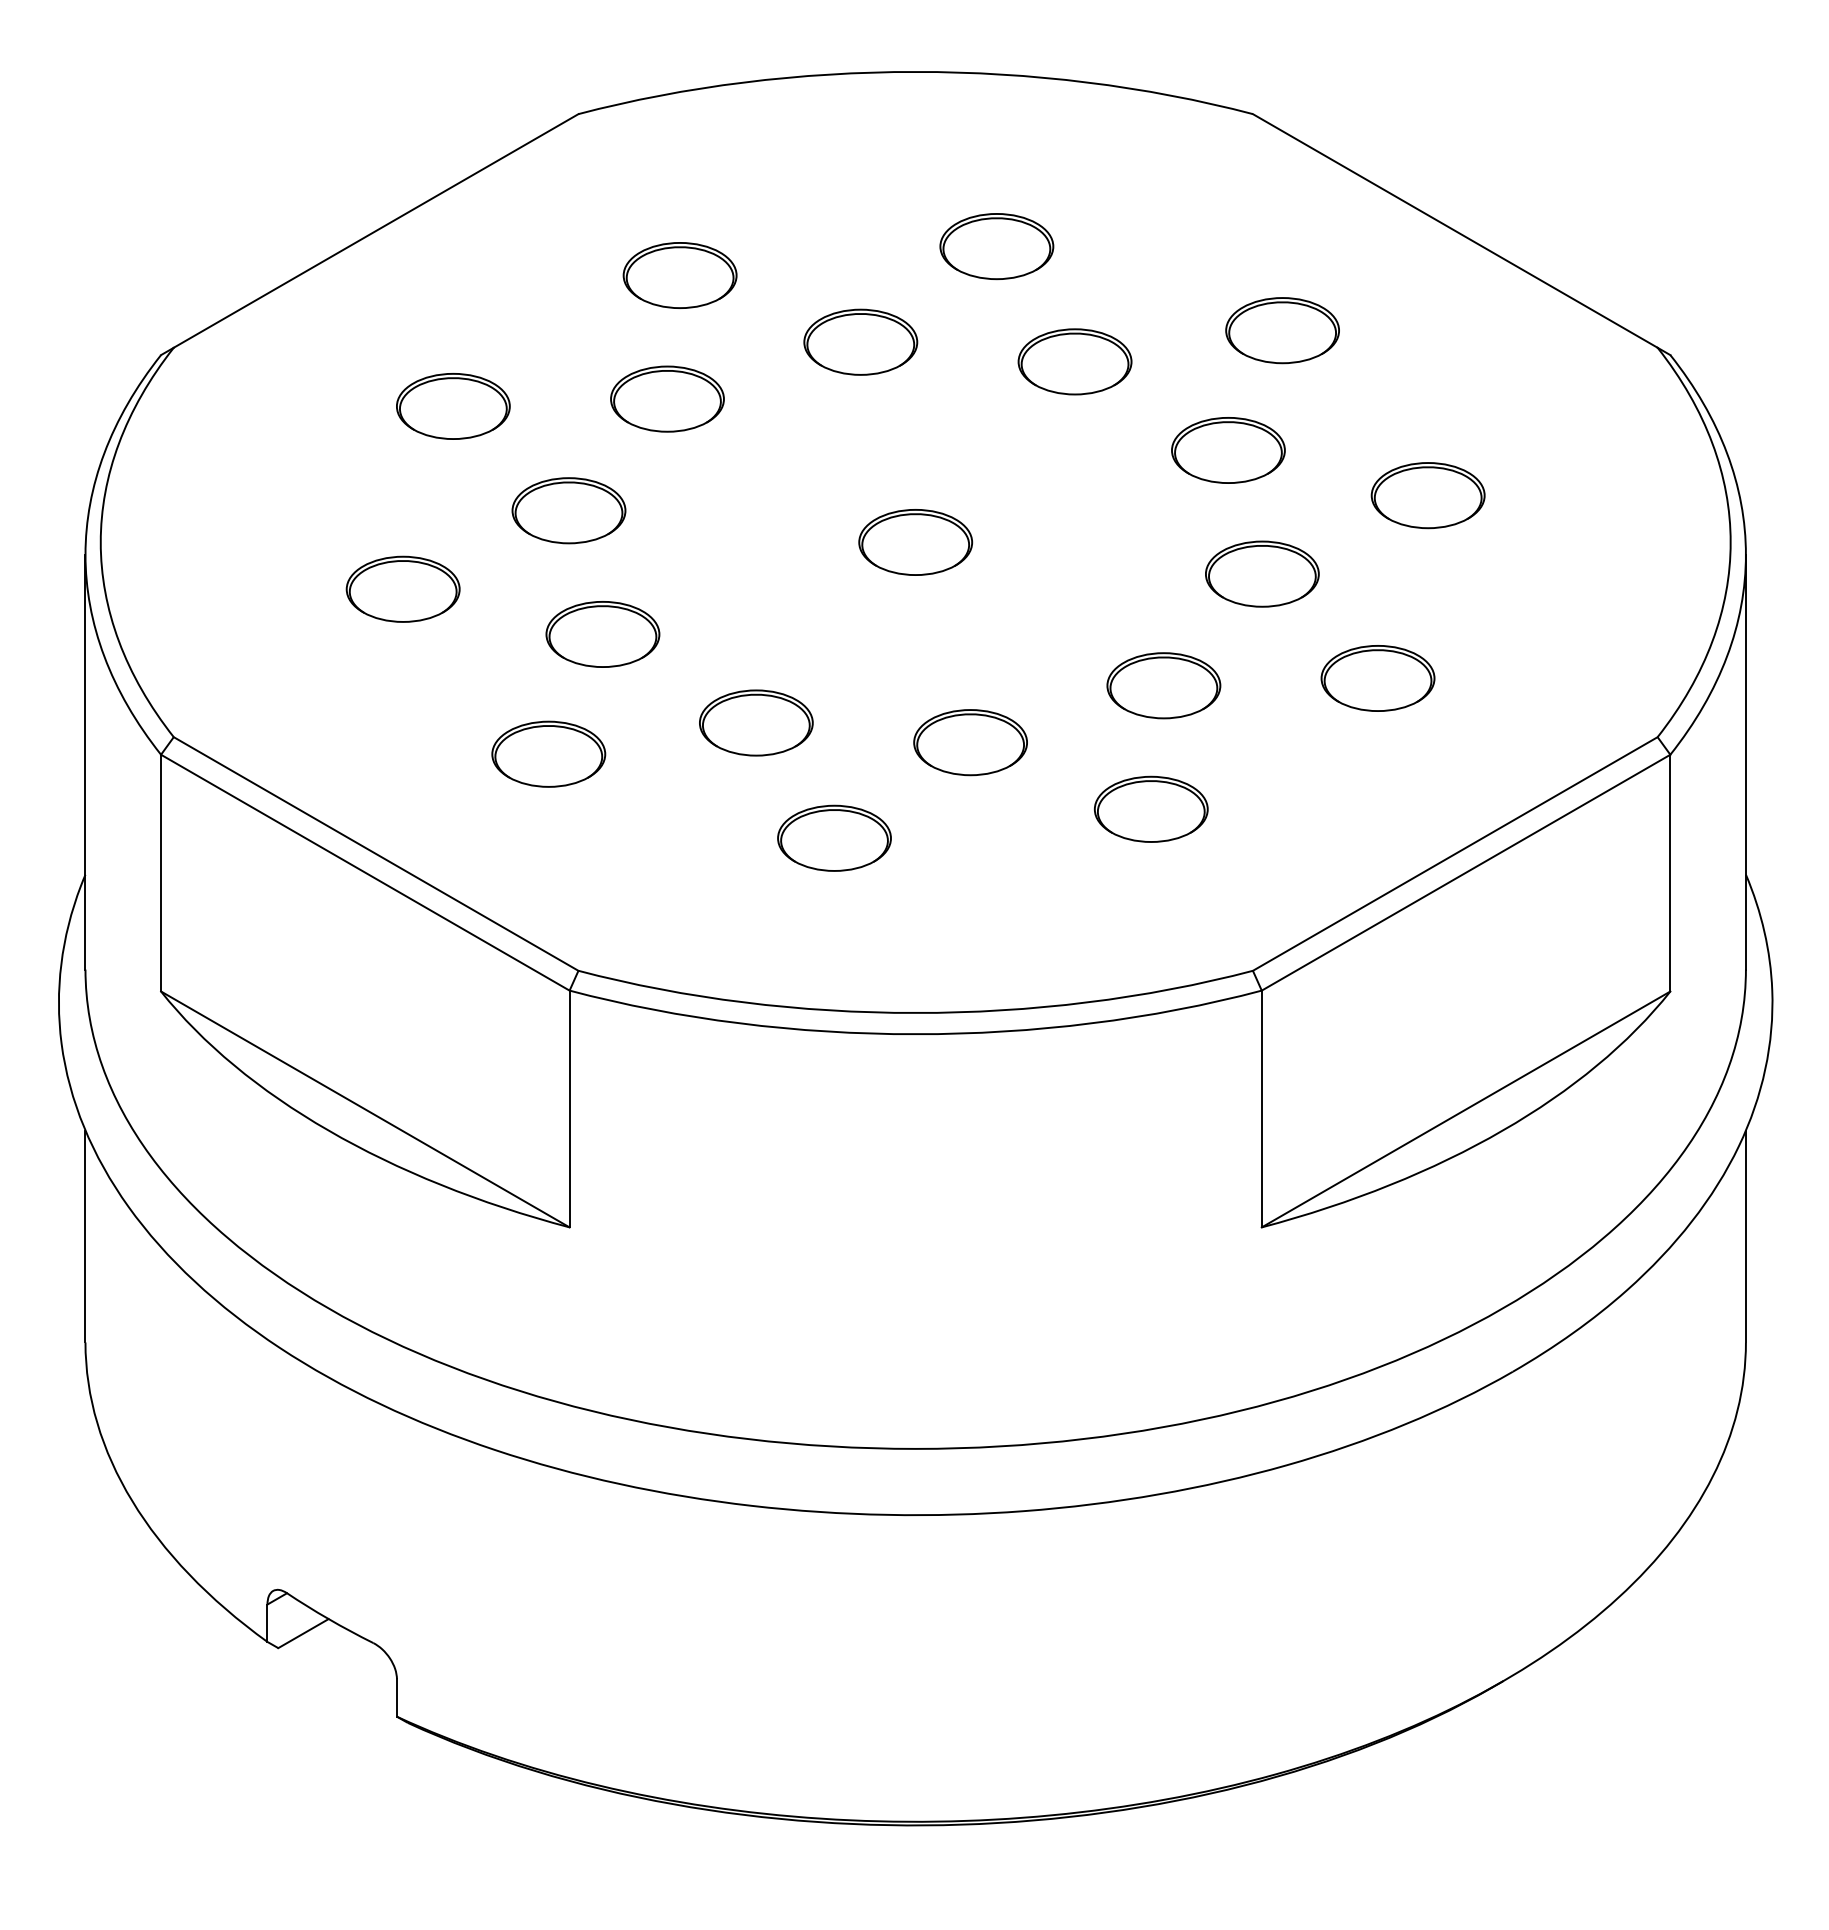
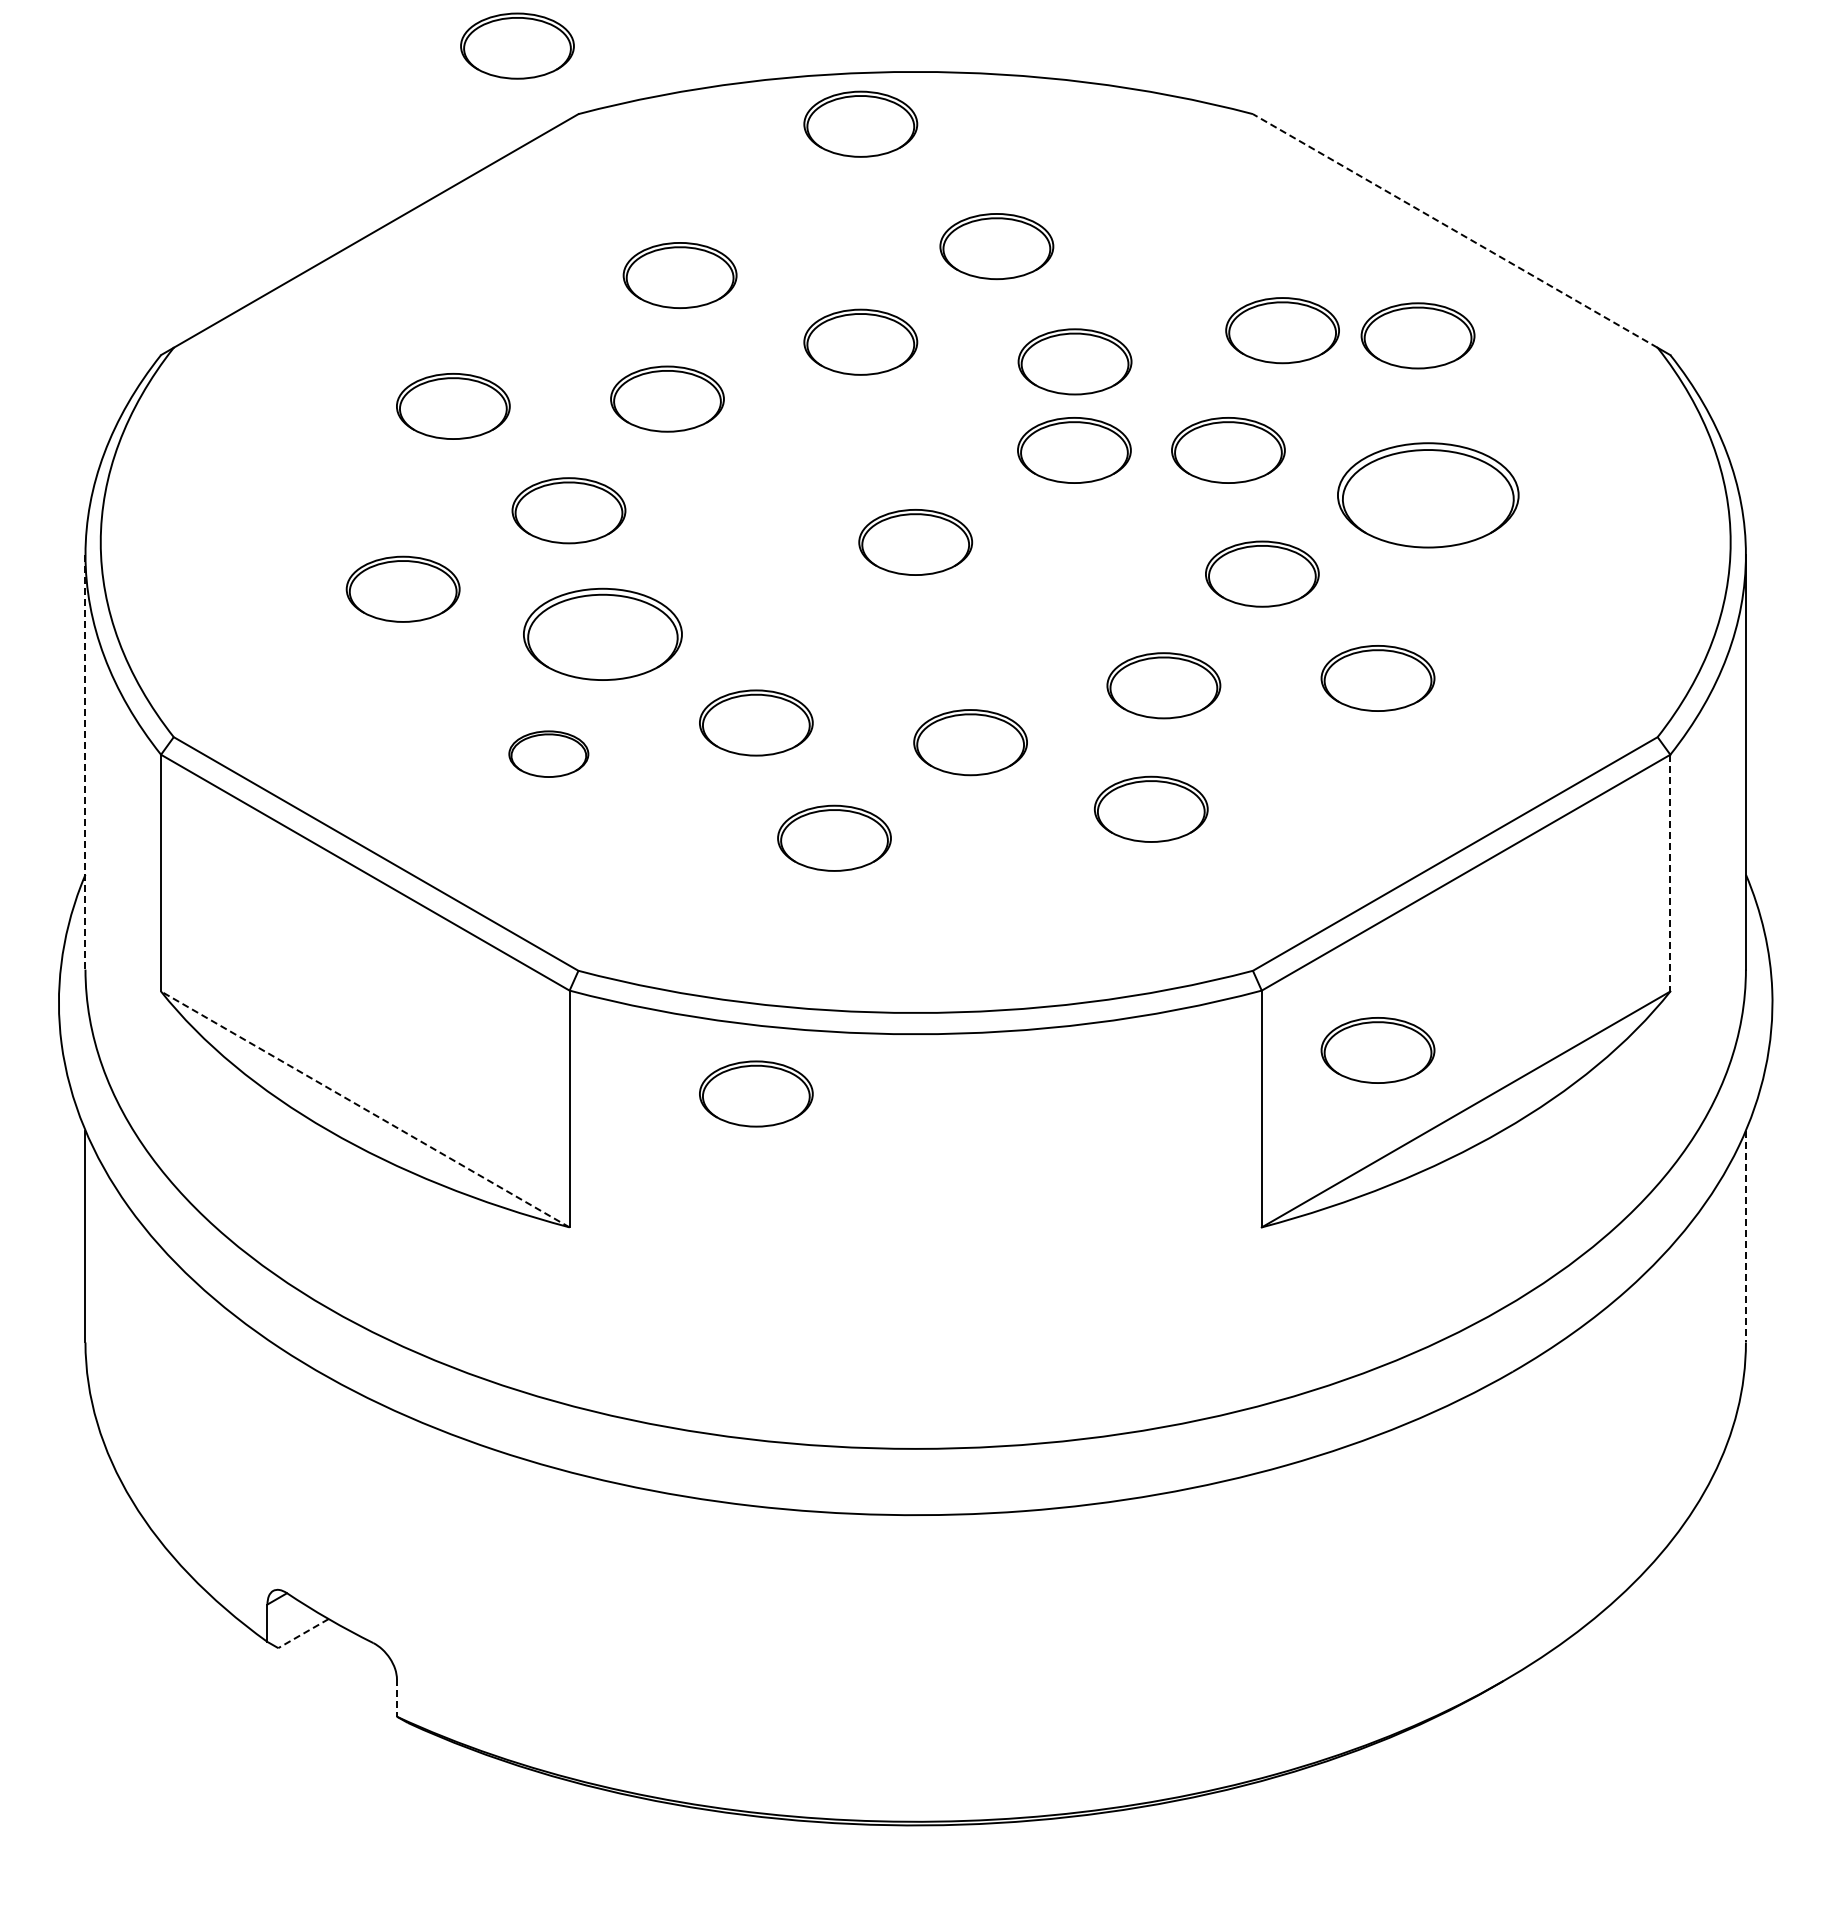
part at (517, 45): none -> present
part at (860, 123): none -> present
line at (1455, 230): solid -> dashed
part at (1417, 335): none -> present
part at (1074, 450): none -> present
part at (1427, 495) size: 116x68 px -> 183x107 px
part at (602, 634) size: 116x67 px -> 160x94 px
part at (548, 753) size: 116x68 px -> 82x48 px
line at (85, 762): solid -> dashed
line at (1670, 873): solid -> dashed
part at (1377, 1050): none -> present
part at (756, 1093): none -> present
line at (365, 1109): solid -> dashed
line at (1745, 1236): solid -> dashed
line at (303, 1633): solid -> dashed
line at (396, 1698): solid -> dashed
